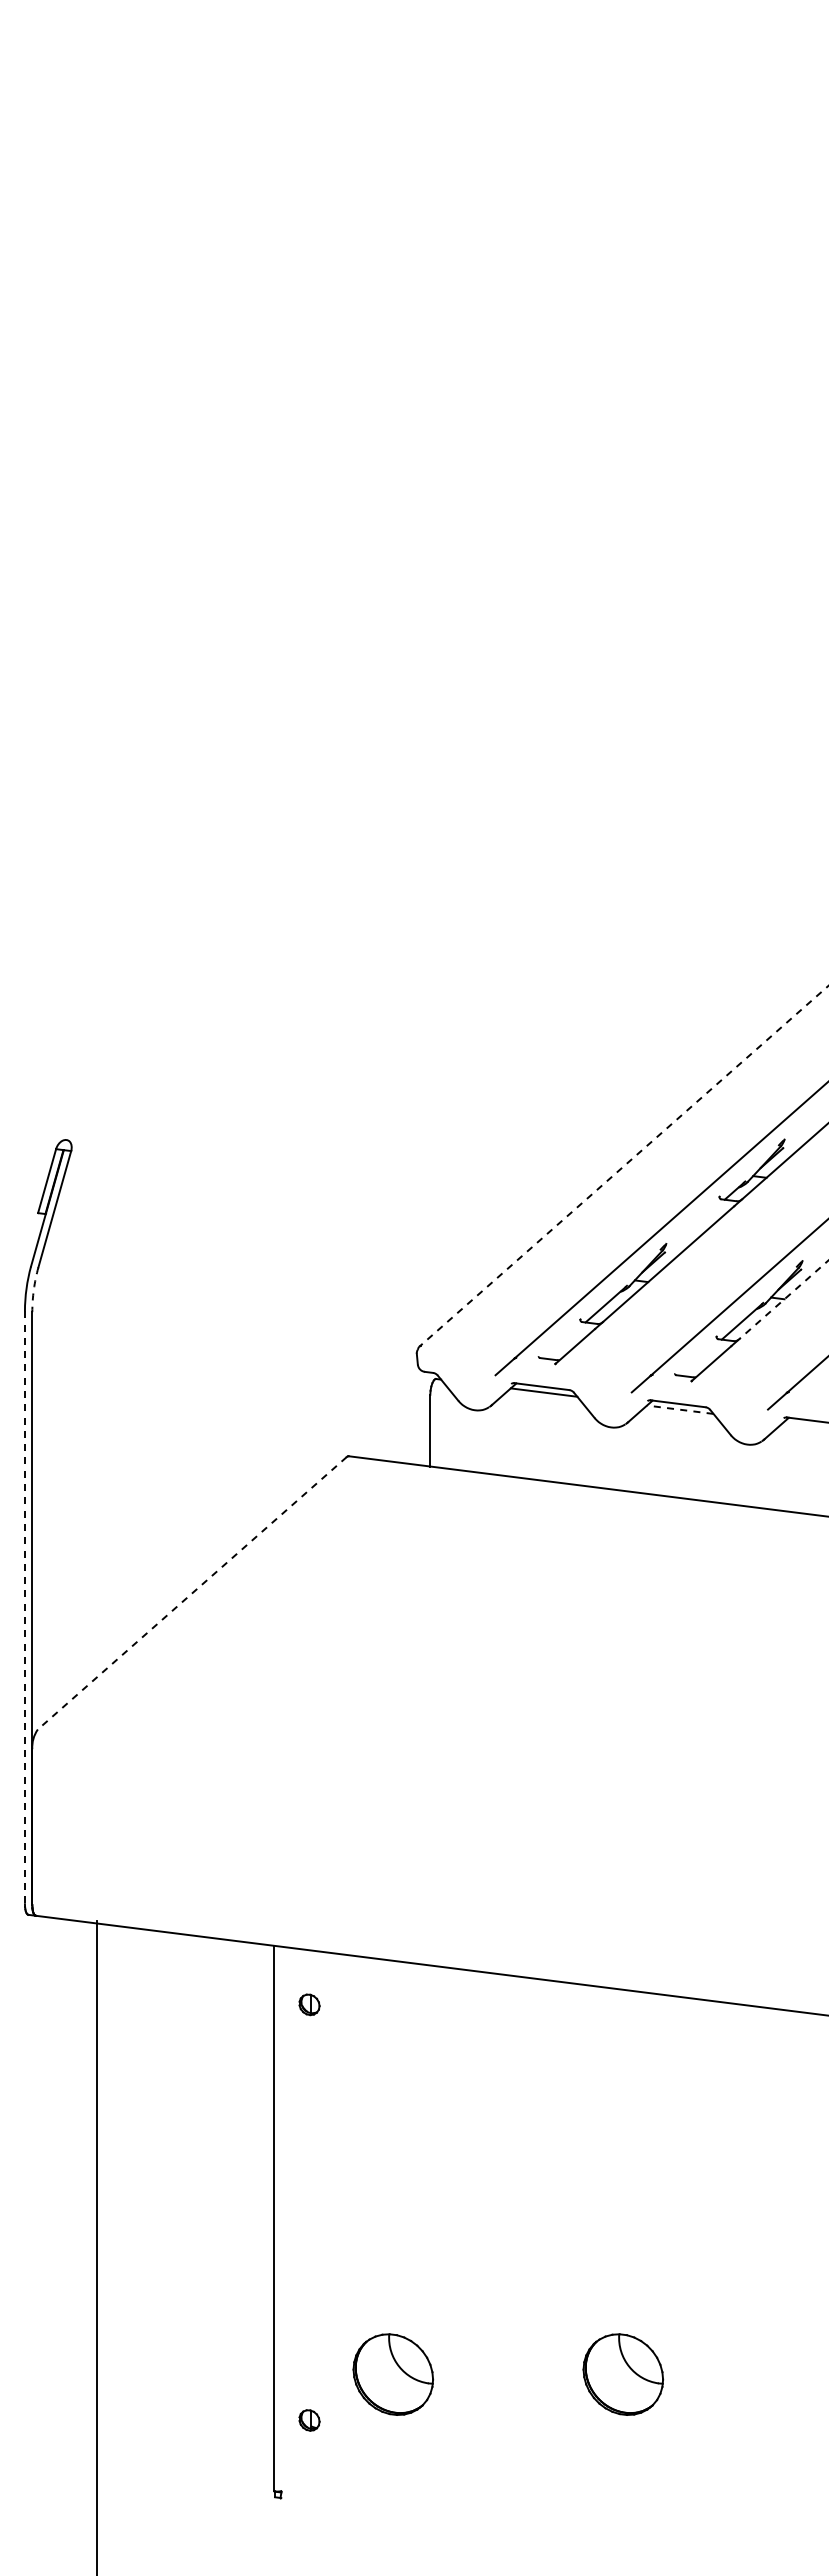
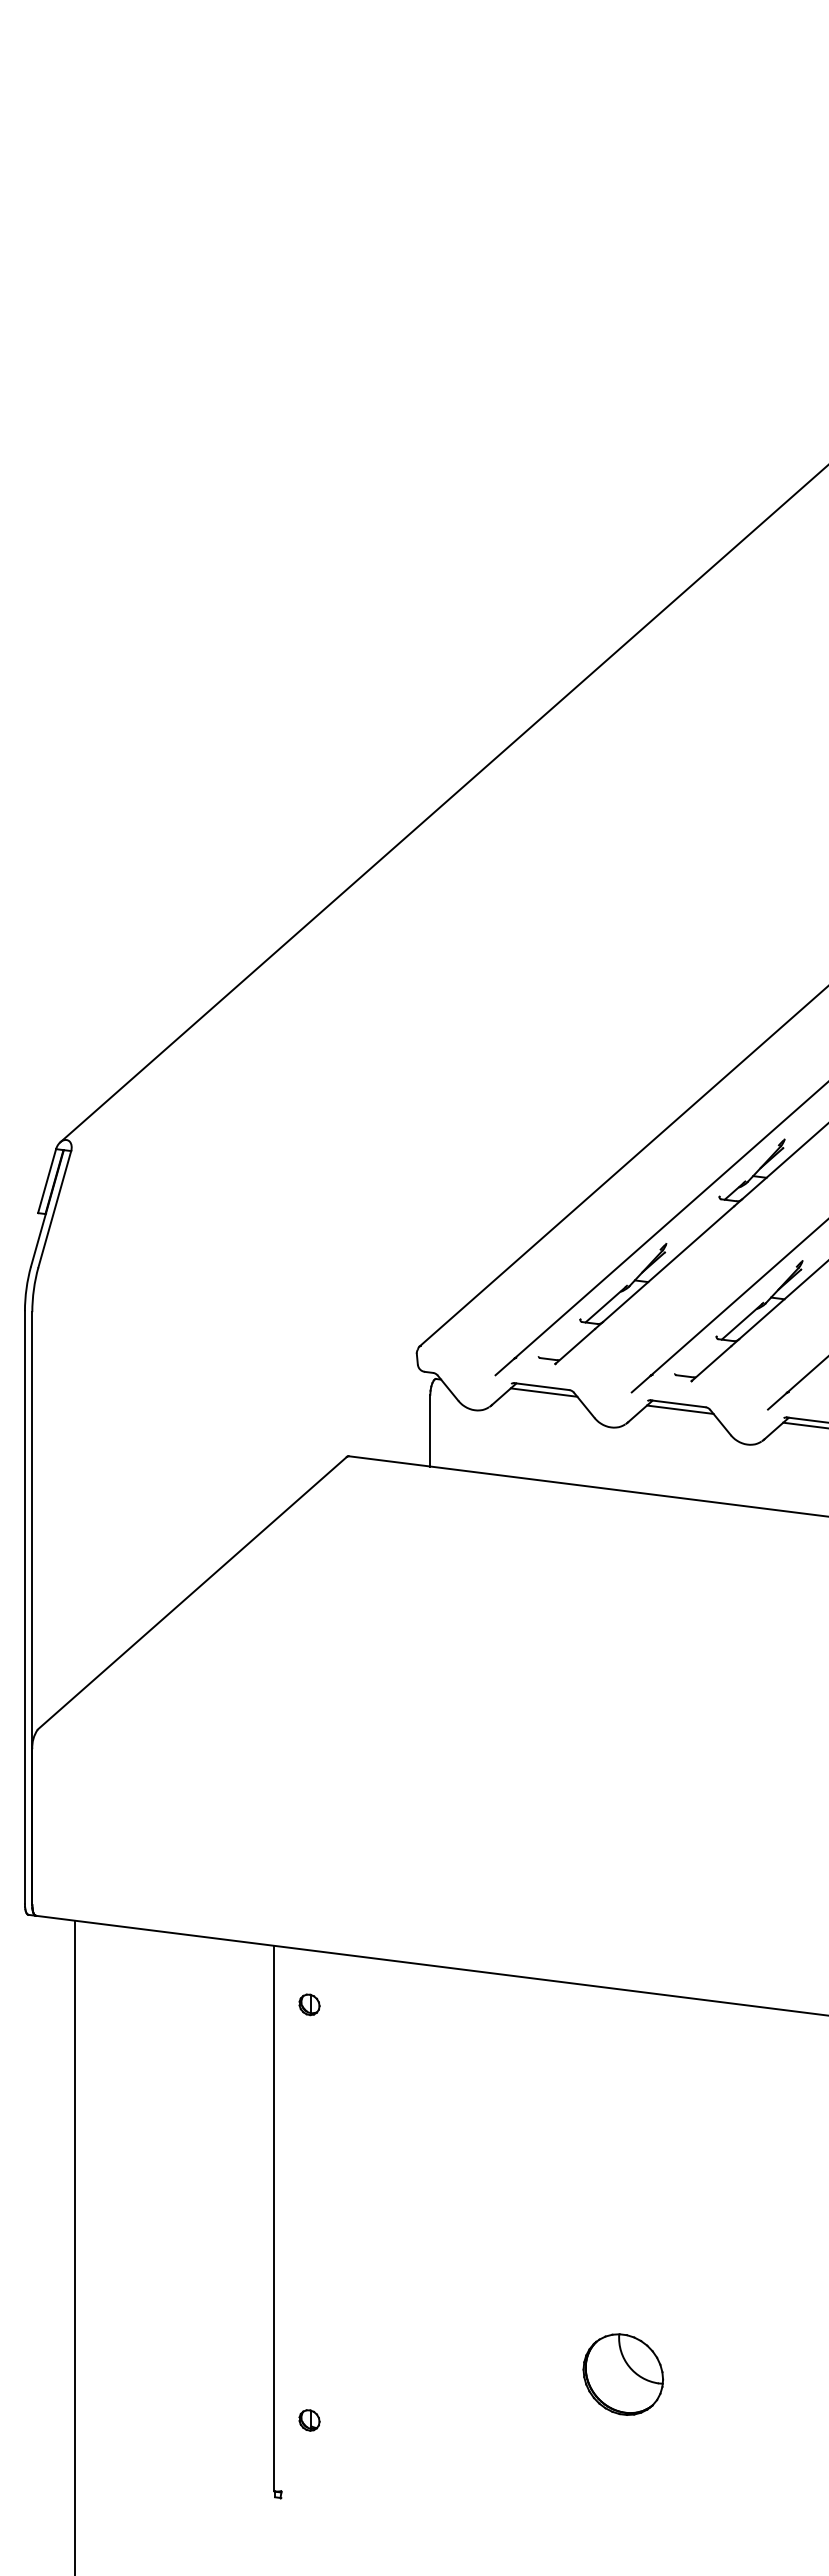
line at (442, 804): none -> present
line at (624, 1165): dashed -> solid
arc at (33, 1289): dashed -> solid
line at (784, 1299): dashed -> solid
line at (680, 1409): dashed -> solid
line at (804, 1425): none -> present
line at (192, 1593): dashed -> solid
line at (24, 1608): dashed -> solid
line at (97, 2246) position: (97, 2246) -> (75, 2246)
part at (393, 2374): present -> none
